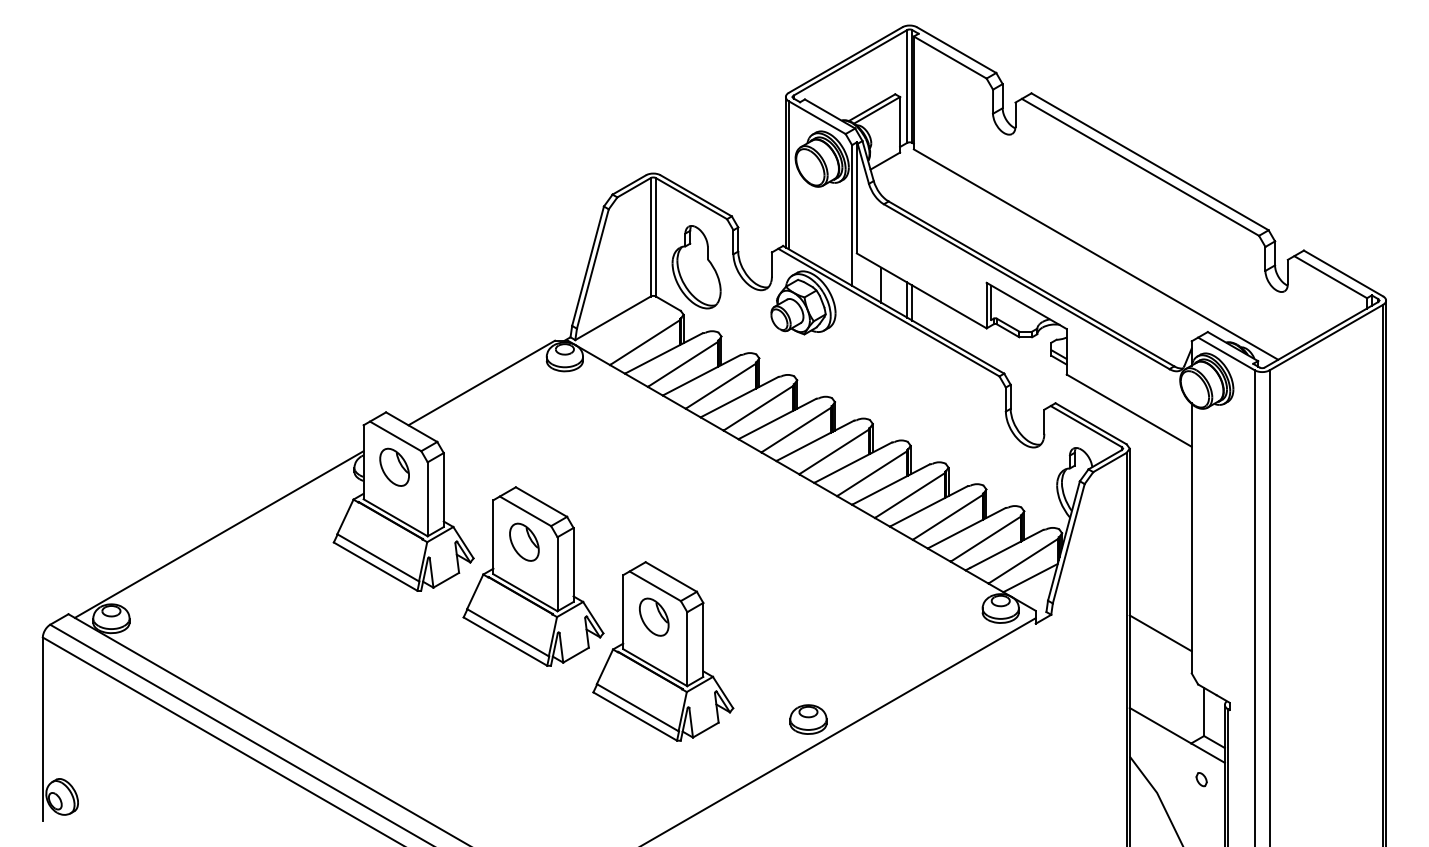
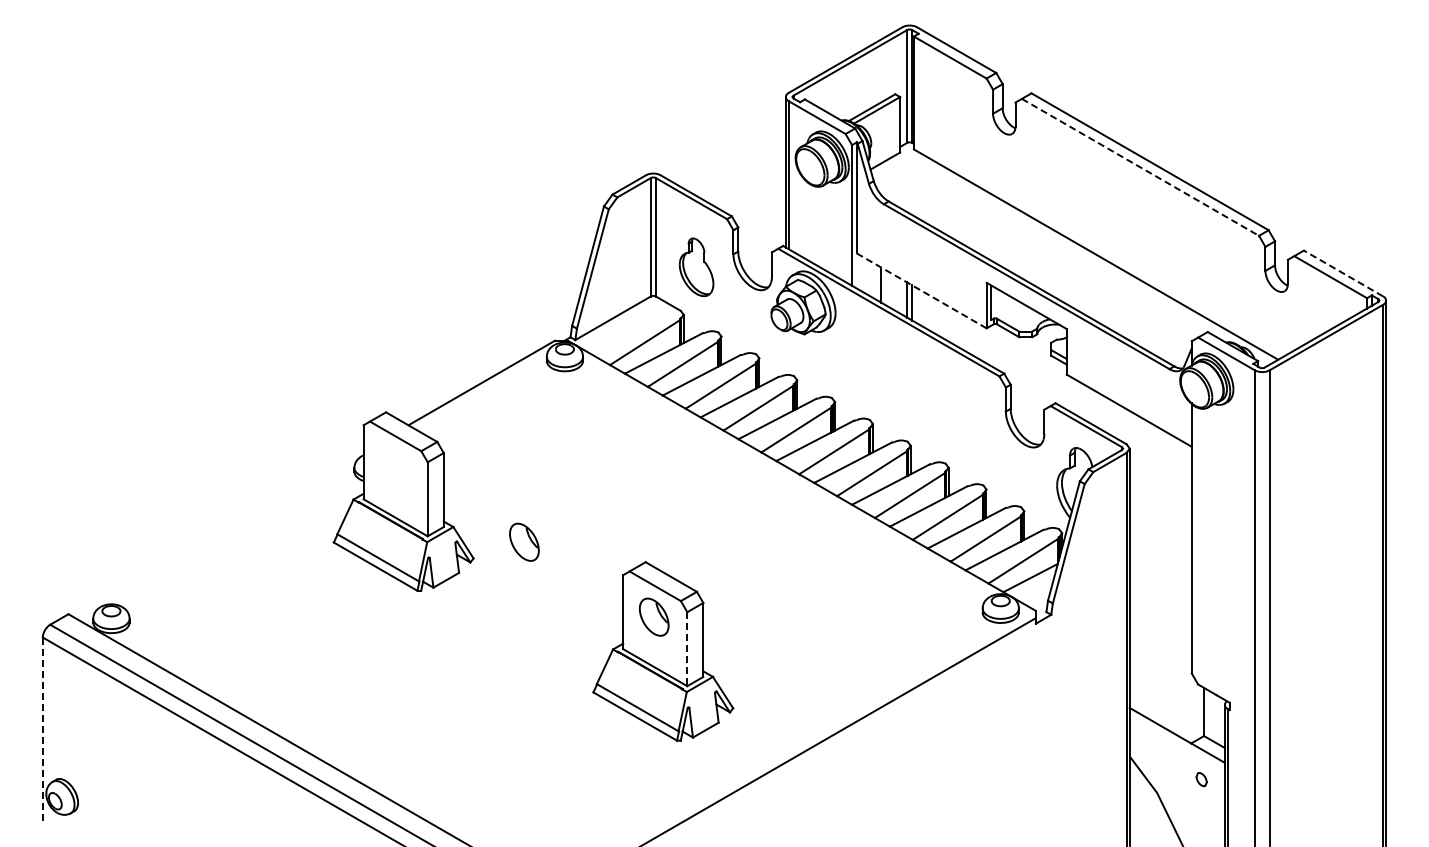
line at (1140, 167): solid -> dashed
part at (696, 267) size: 51x85 px -> 37x61 px
line at (1343, 273): solid -> dashed
line at (921, 290): solid -> dashed
part at (394, 466): present -> none
line at (218, 534): present -> none
part at (533, 576): present -> none
line at (1160, 633): present -> none
line at (687, 649): solid -> dashed
part at (808, 719): present -> none
line at (42, 729): solid -> dashed
